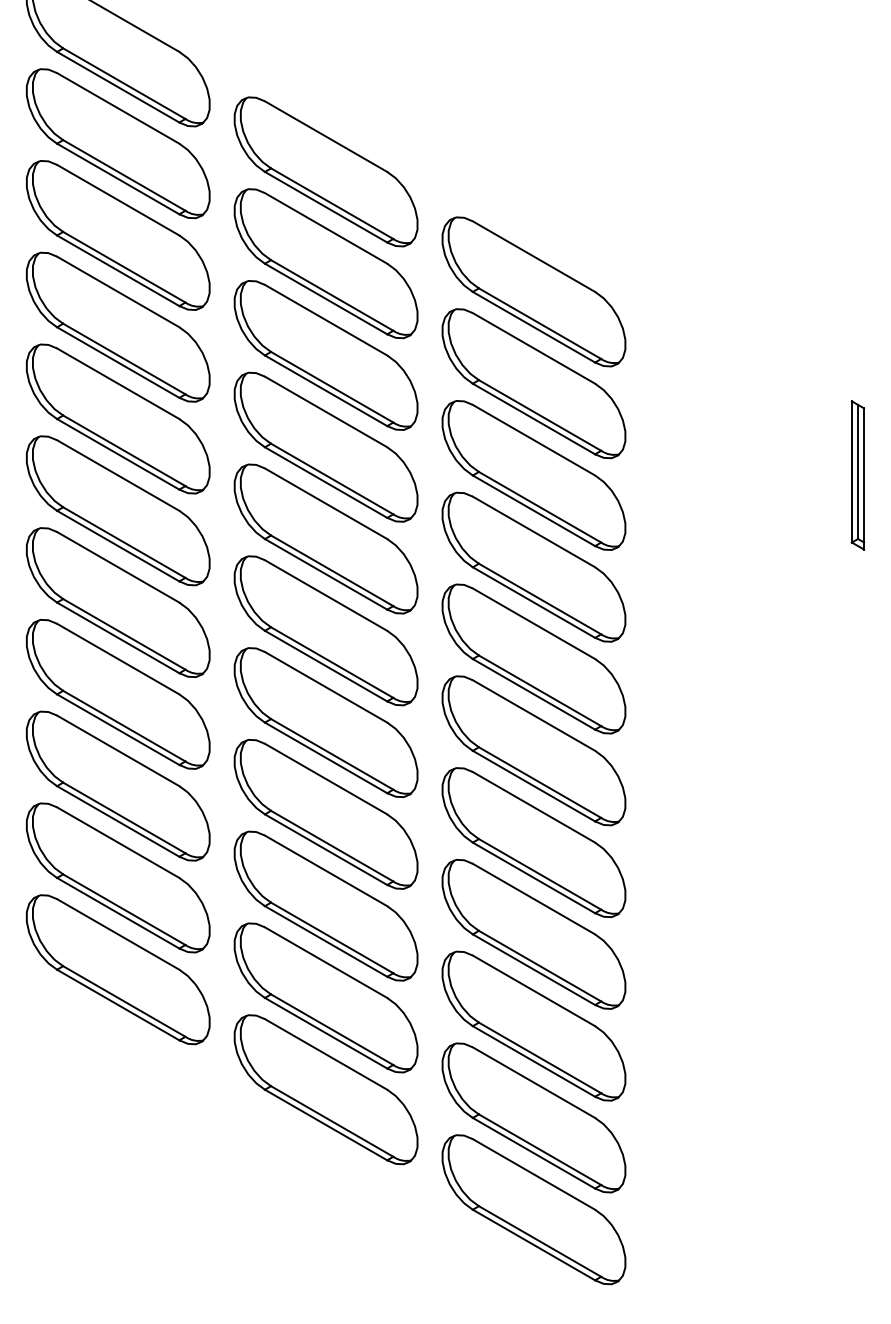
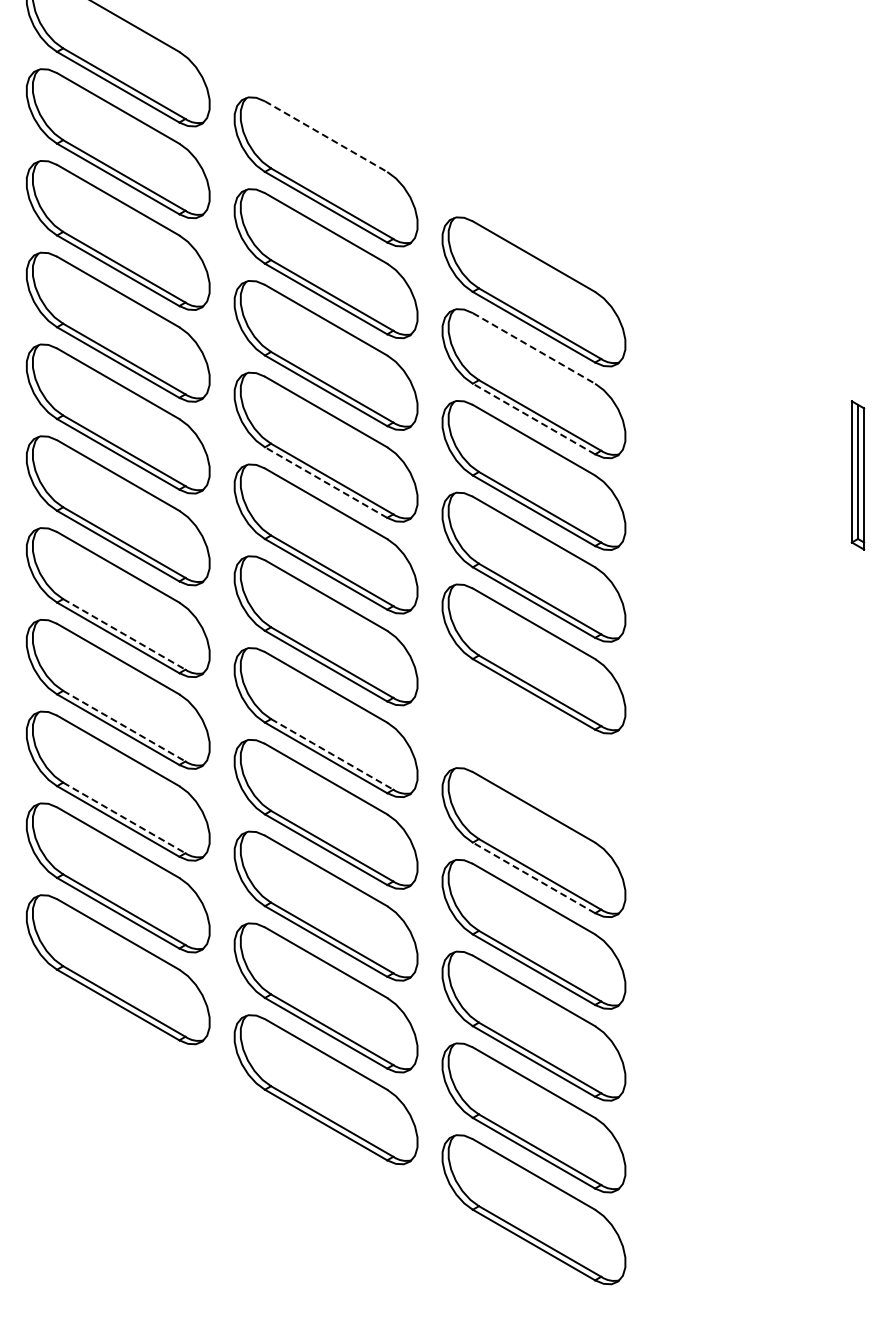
line at (326, 136): solid -> dashed
line at (533, 348): solid -> dashed
line at (533, 419): solid -> dashed
line at (326, 482): solid -> dashed
line at (124, 634): solid -> dashed
line at (124, 726): solid -> dashed
part at (533, 750): present -> none
line at (332, 754): solid -> dashed
line at (124, 817): solid -> dashed
line at (533, 877): solid -> dashed
